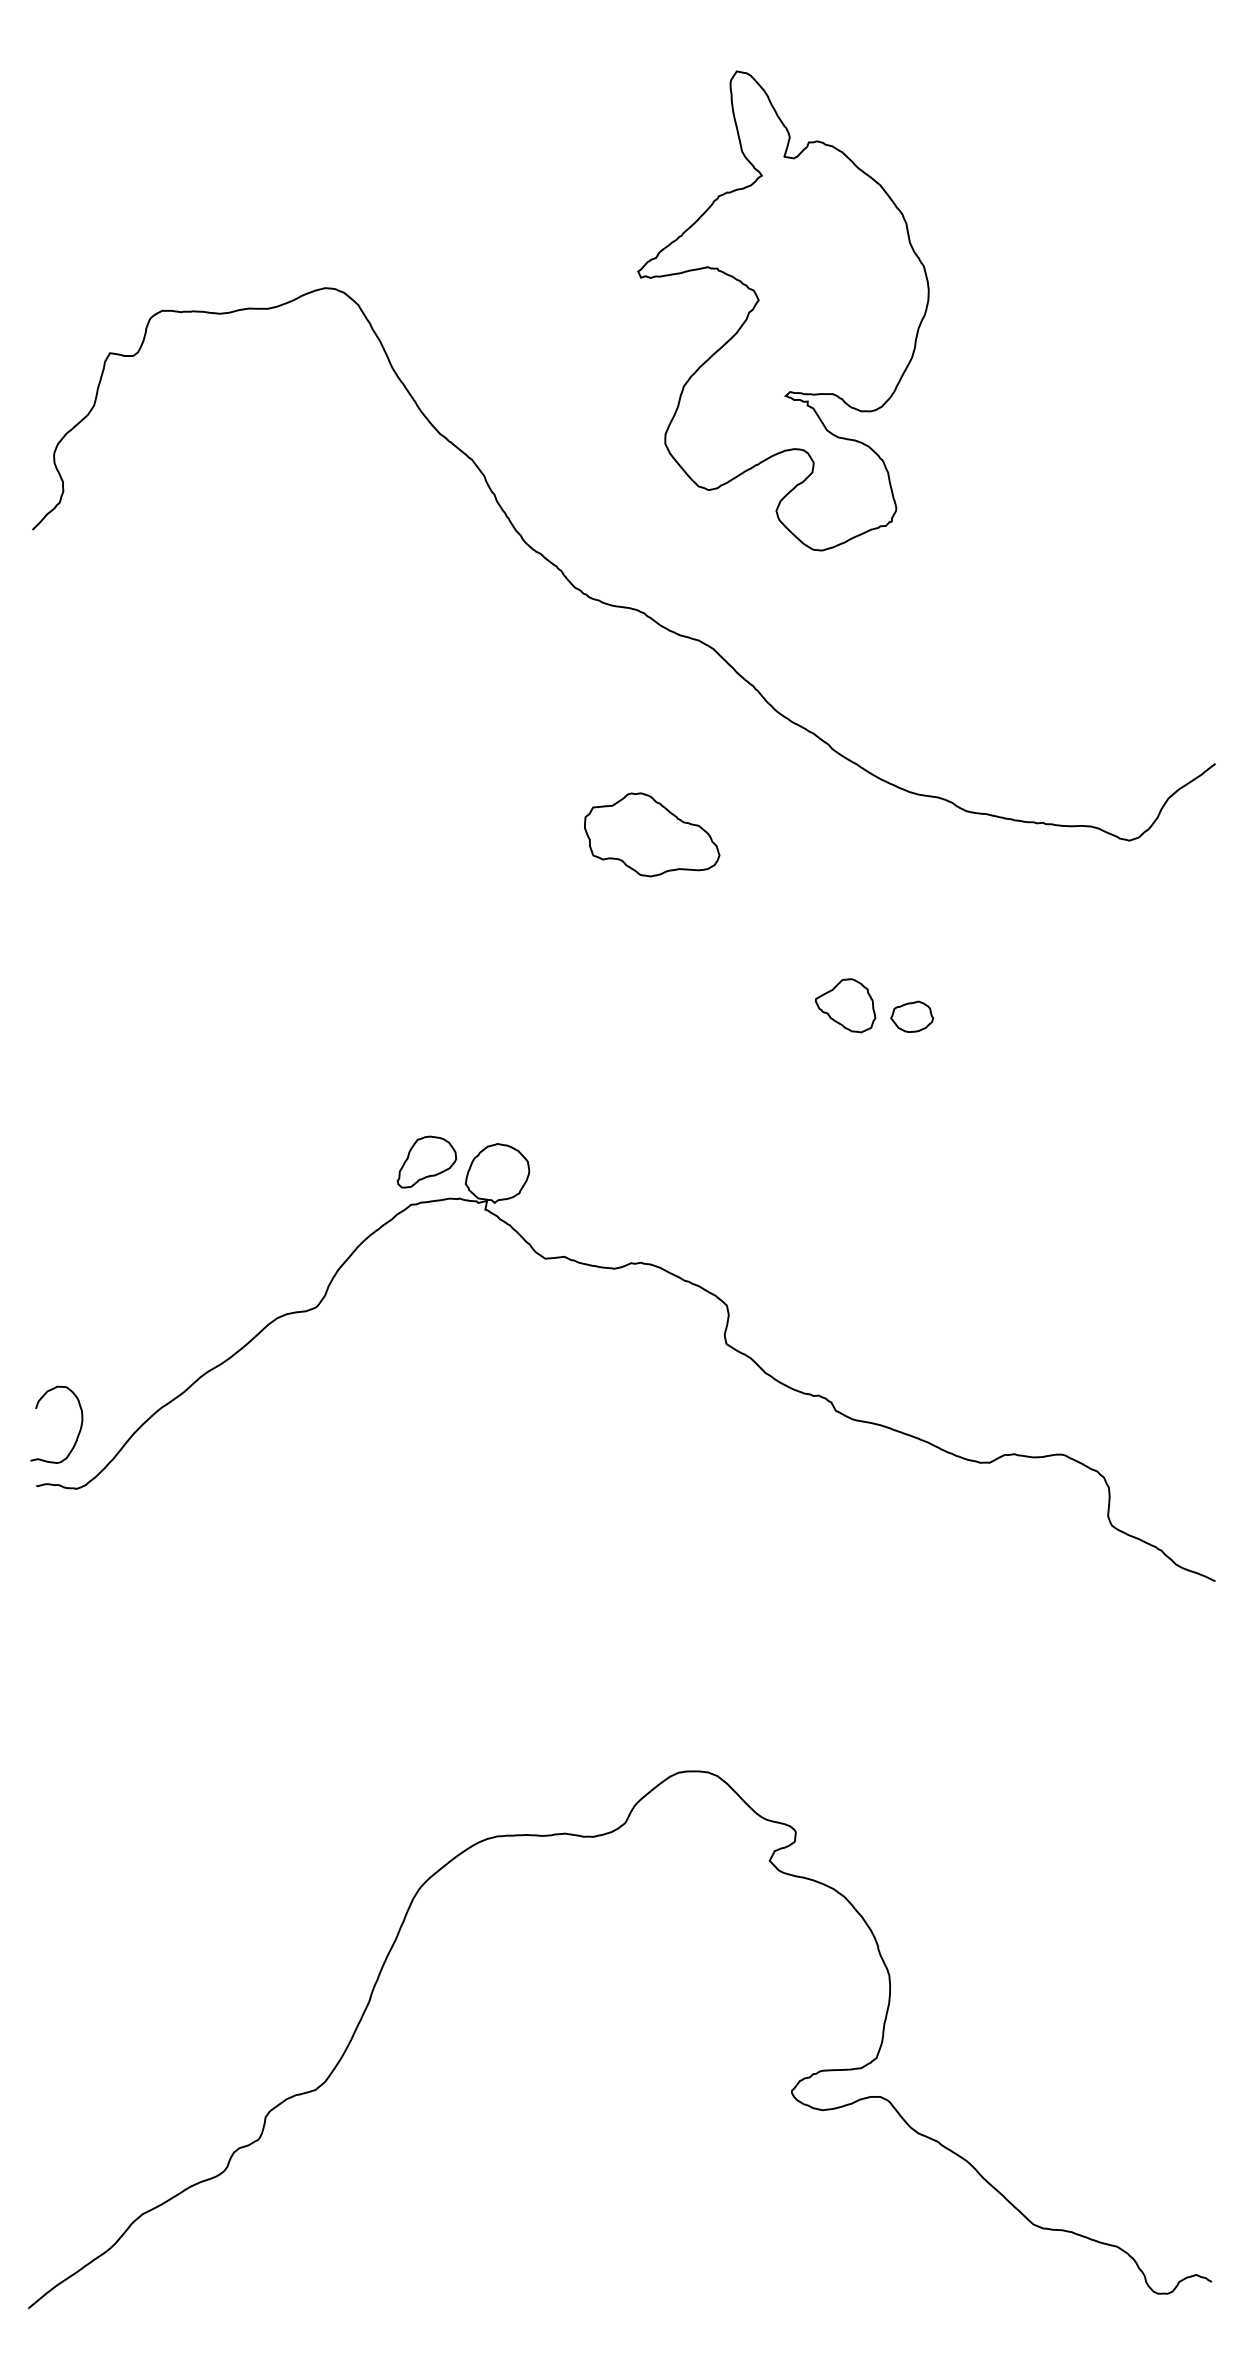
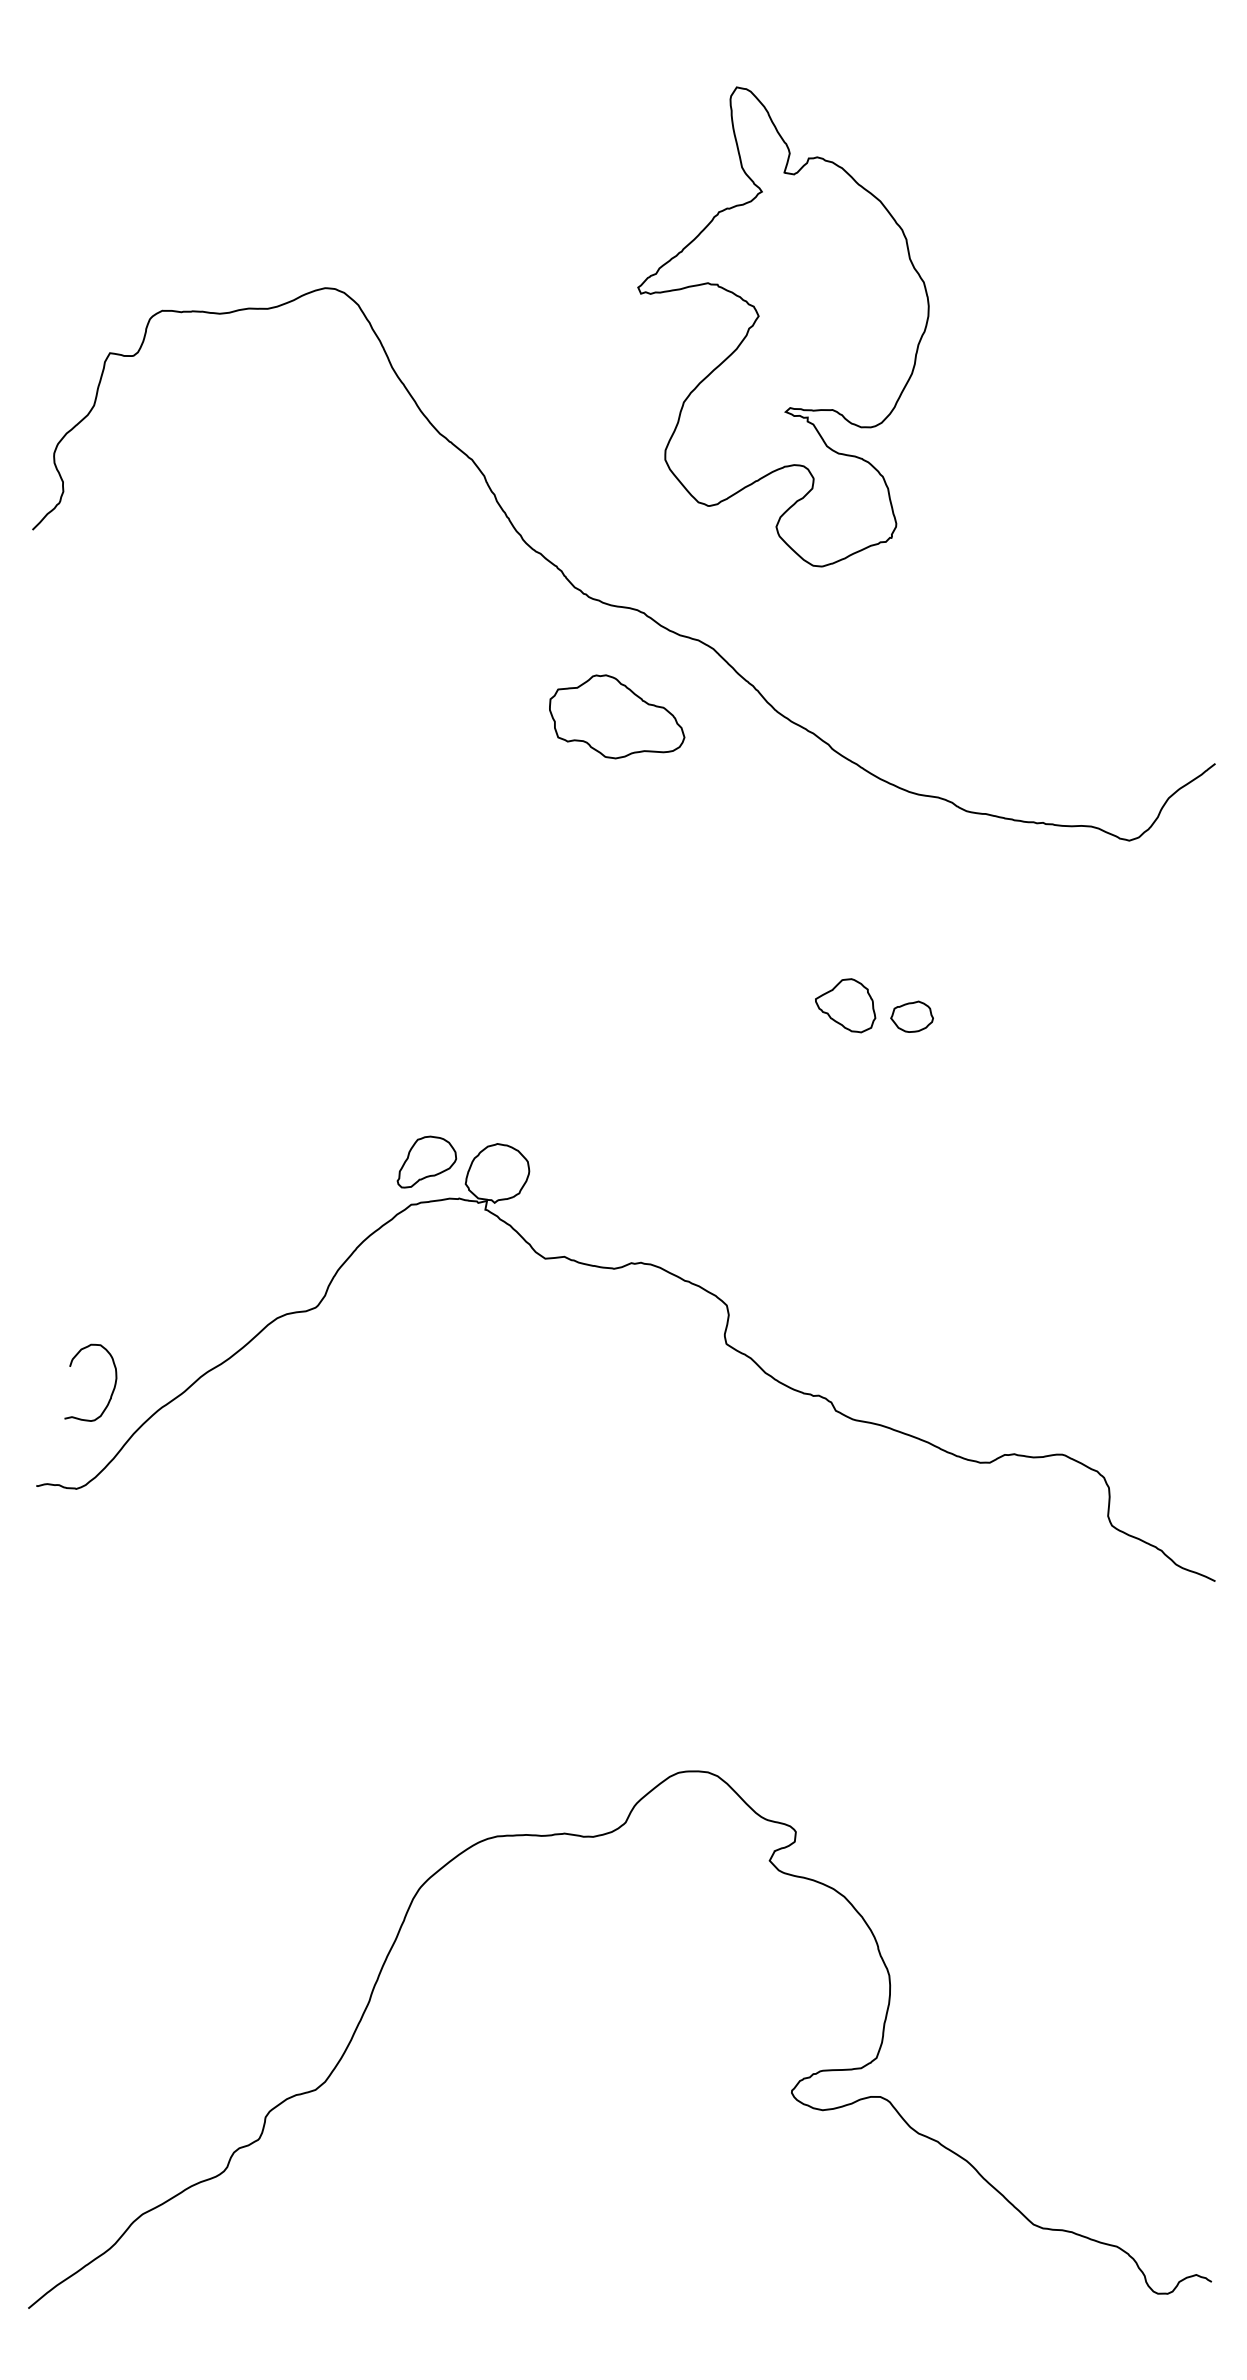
part at (783, 310) position: (783, 310) -> (783, 326)
part at (652, 834) position: (652, 834) -> (617, 716)
curve at (77, 1434) position: (77, 1434) -> (111, 1392)
